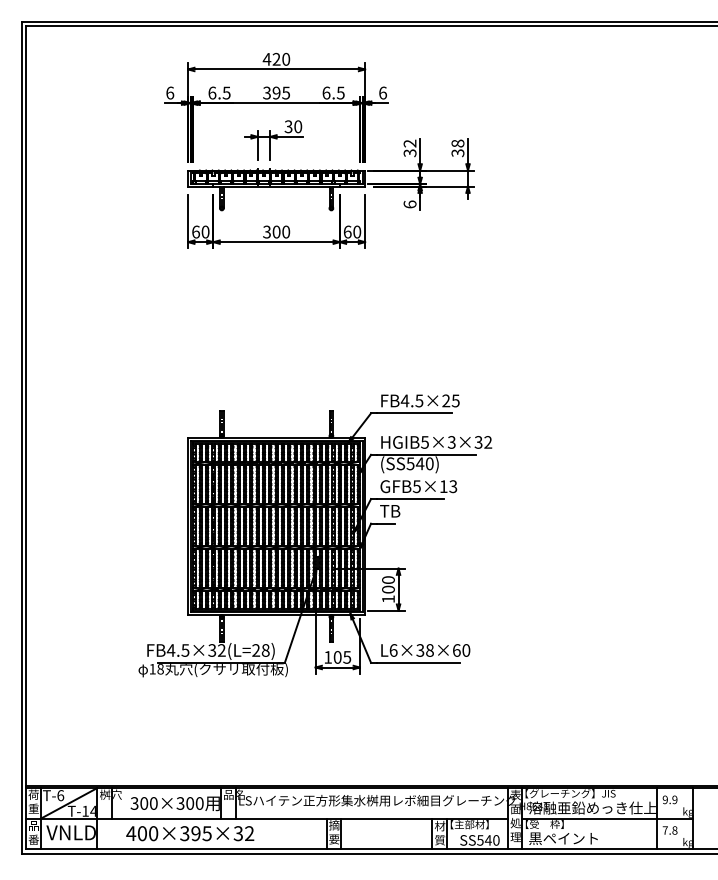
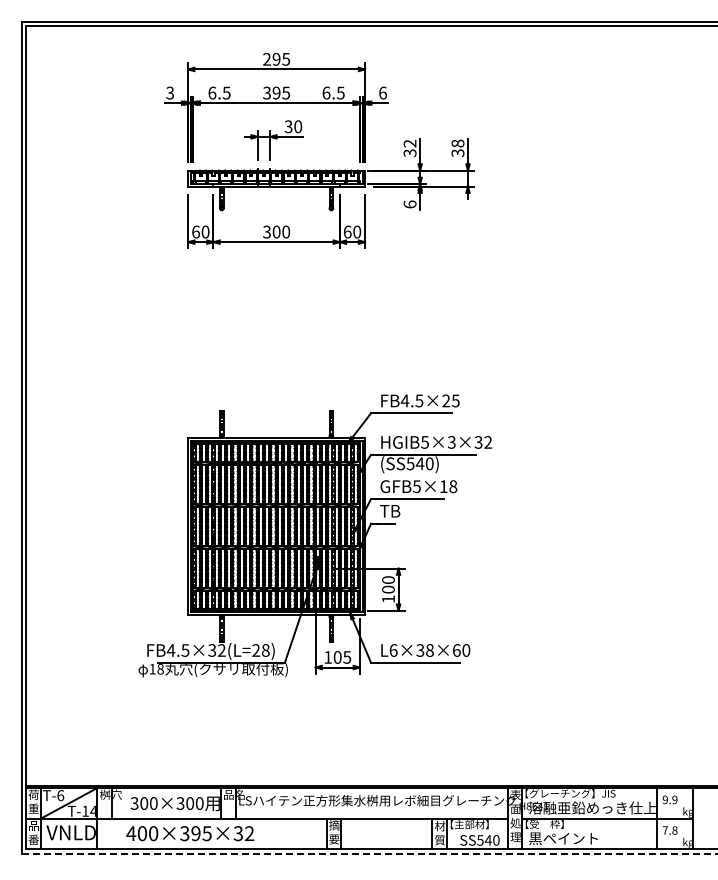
text at (276, 58): 420 -> 295
text at (170, 92): 6 -> 3
text at (453, 486): GFB5×13 -> GFB5×18
line at (369, 853): solid -> dashed
